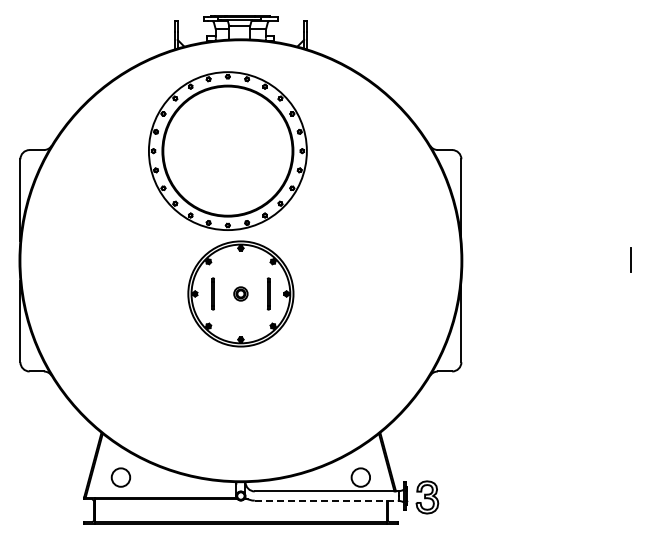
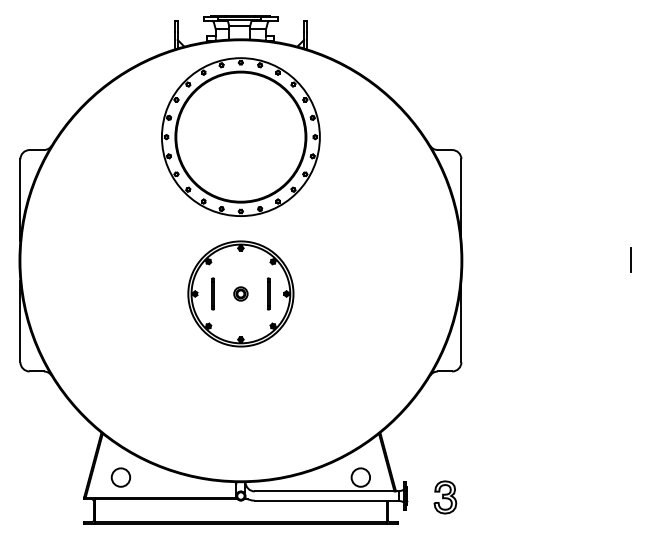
part at (227, 150) position: (227, 150) -> (240, 136)
part at (427, 497) position: (427, 497) -> (445, 497)
line at (326, 500): dashed -> solid
